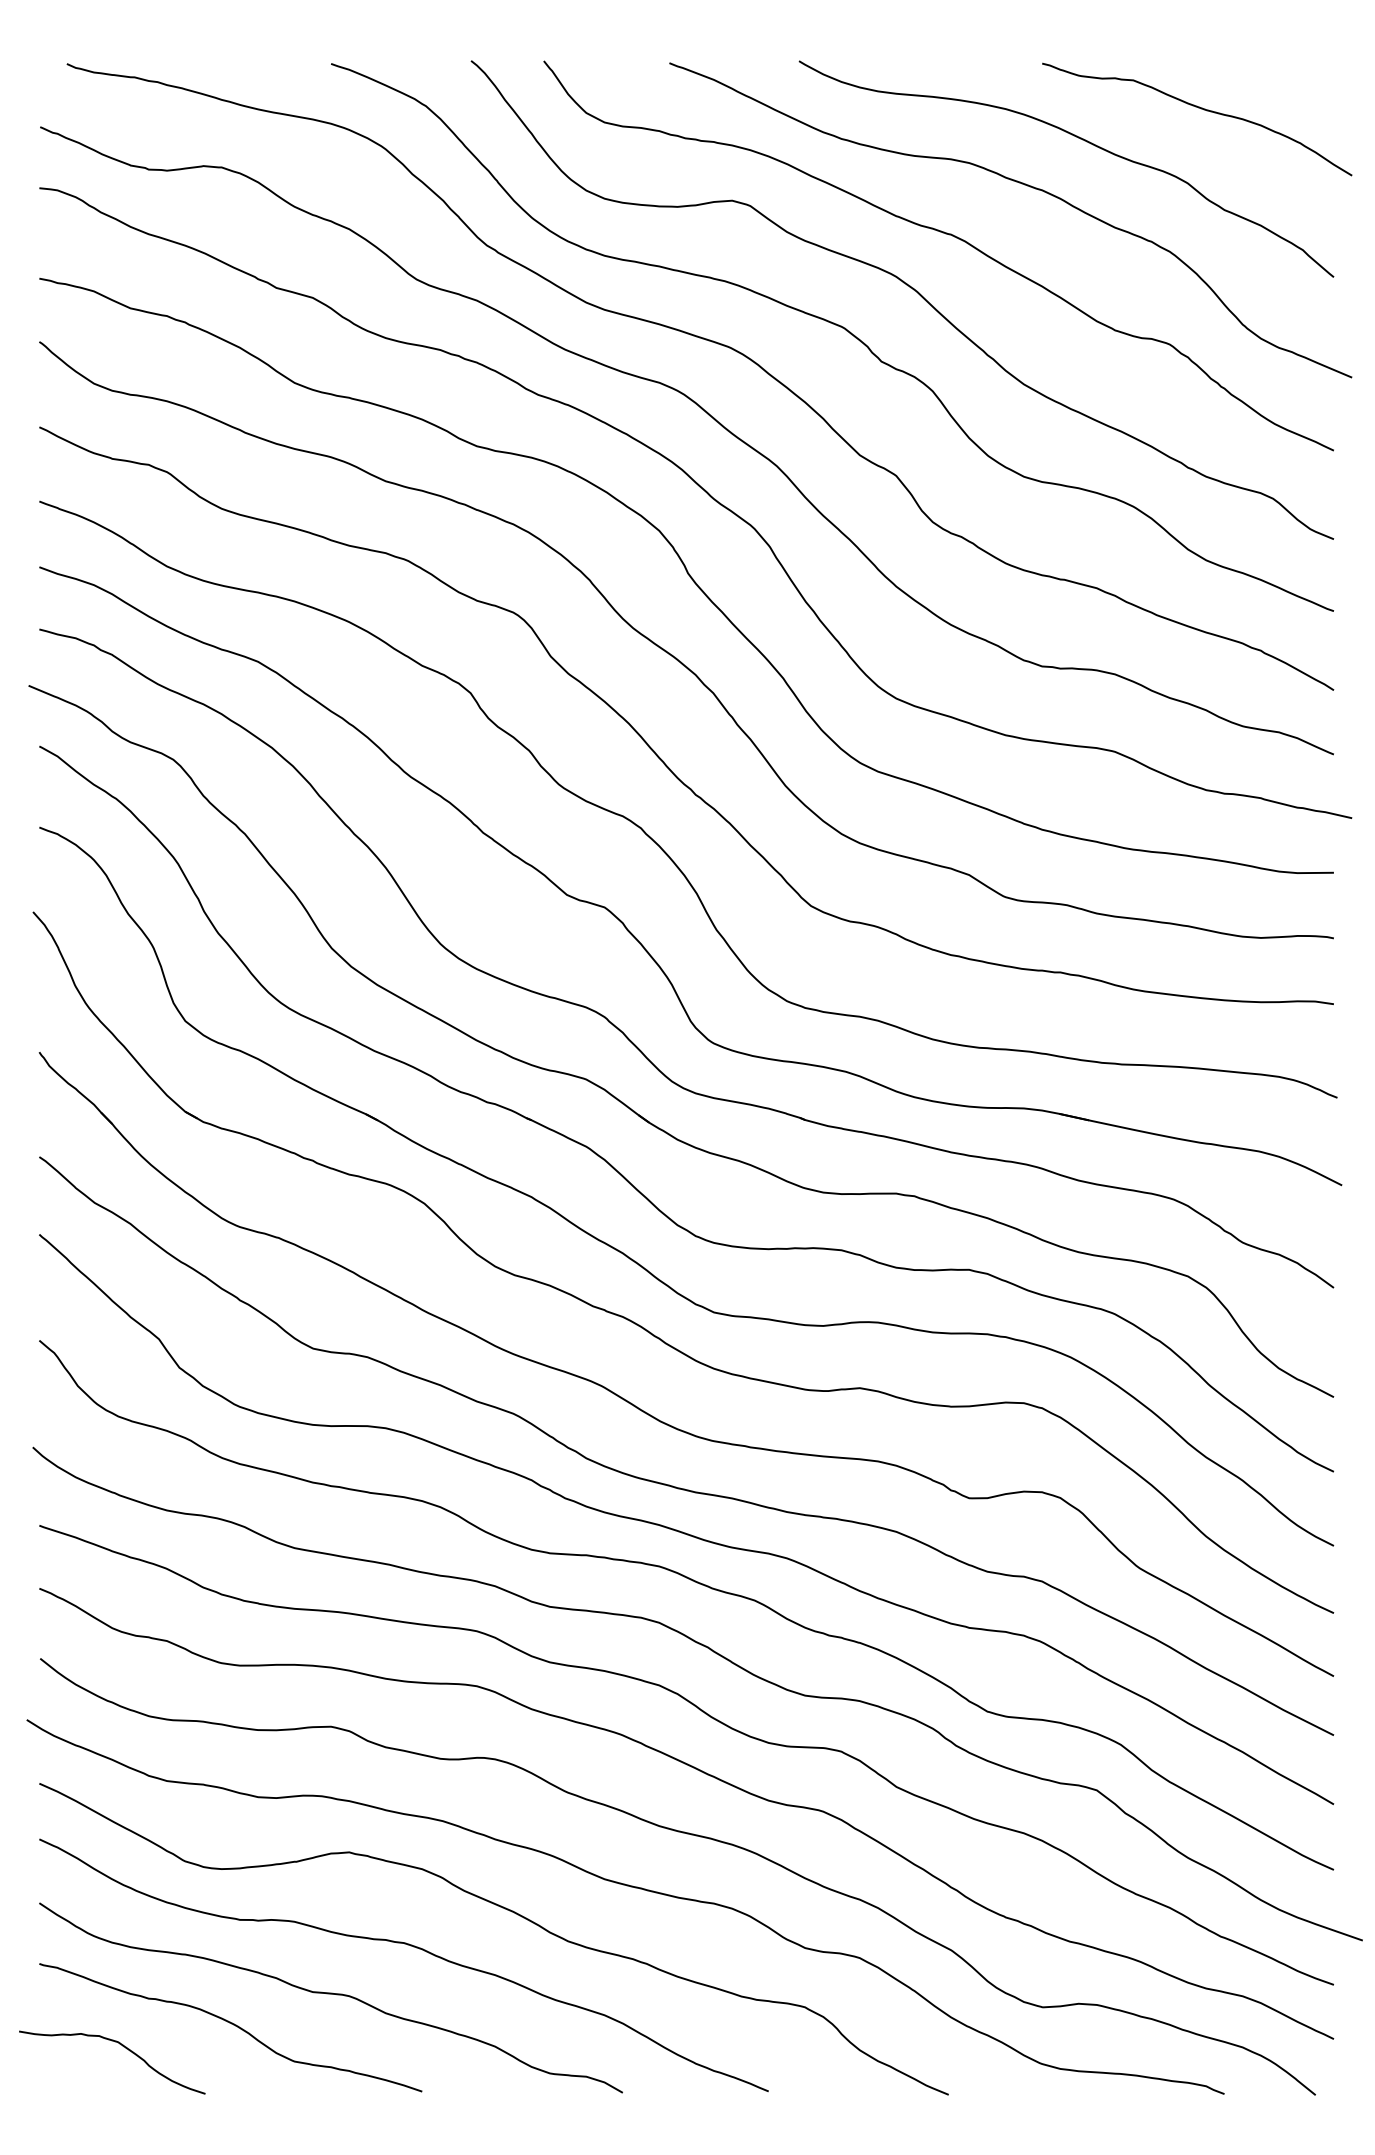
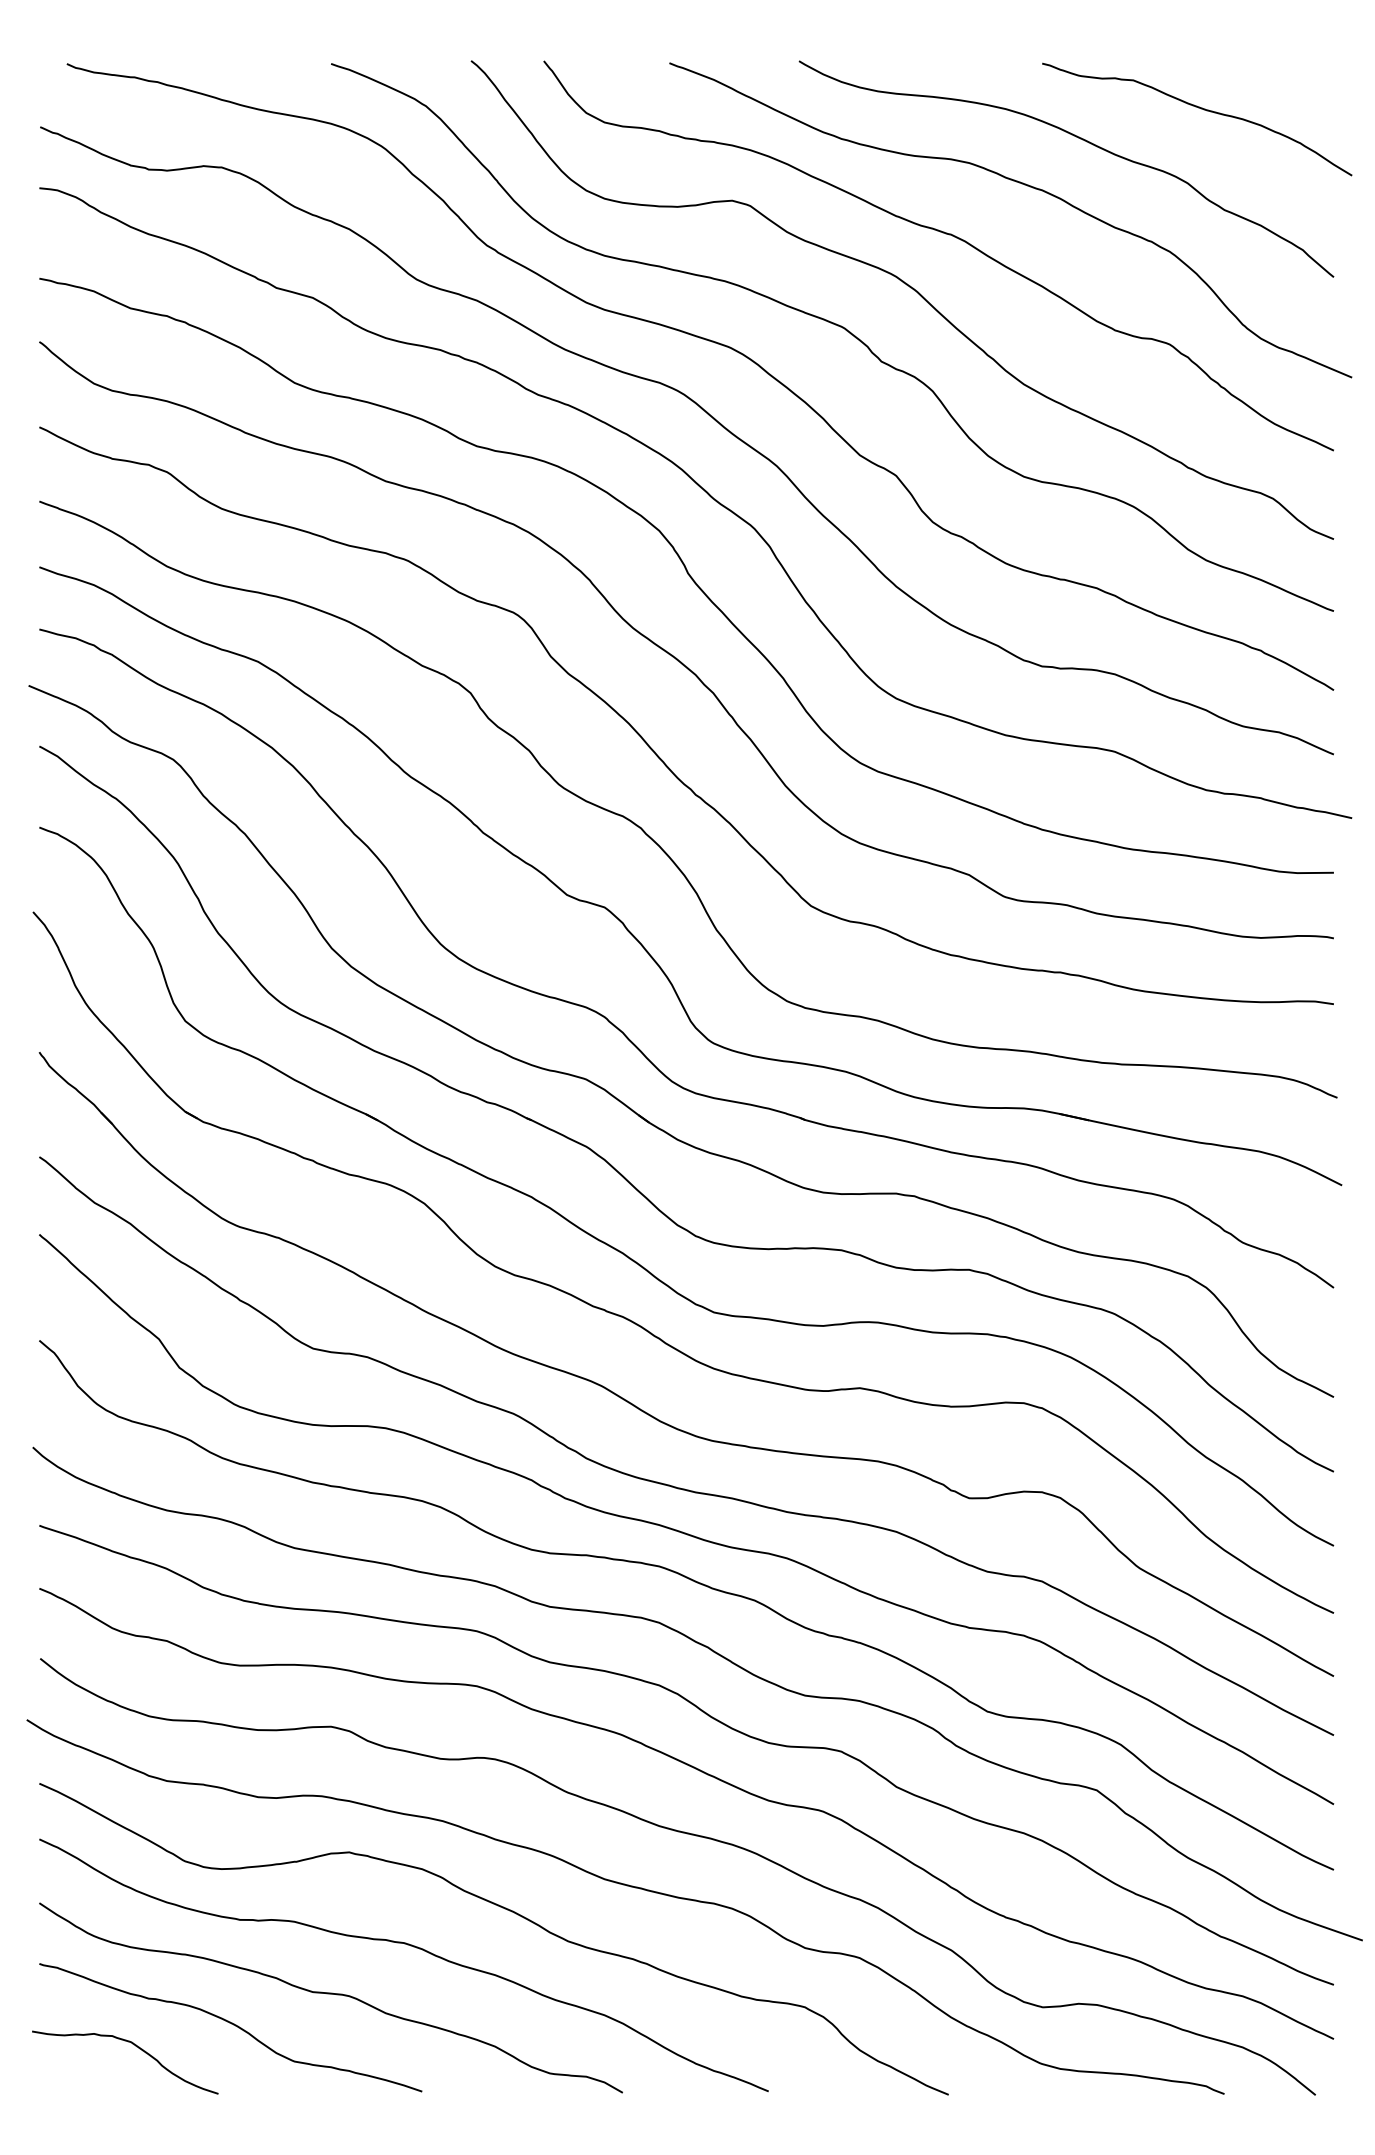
curve at (122, 2046) position: (122, 2046) -> (135, 2046)
